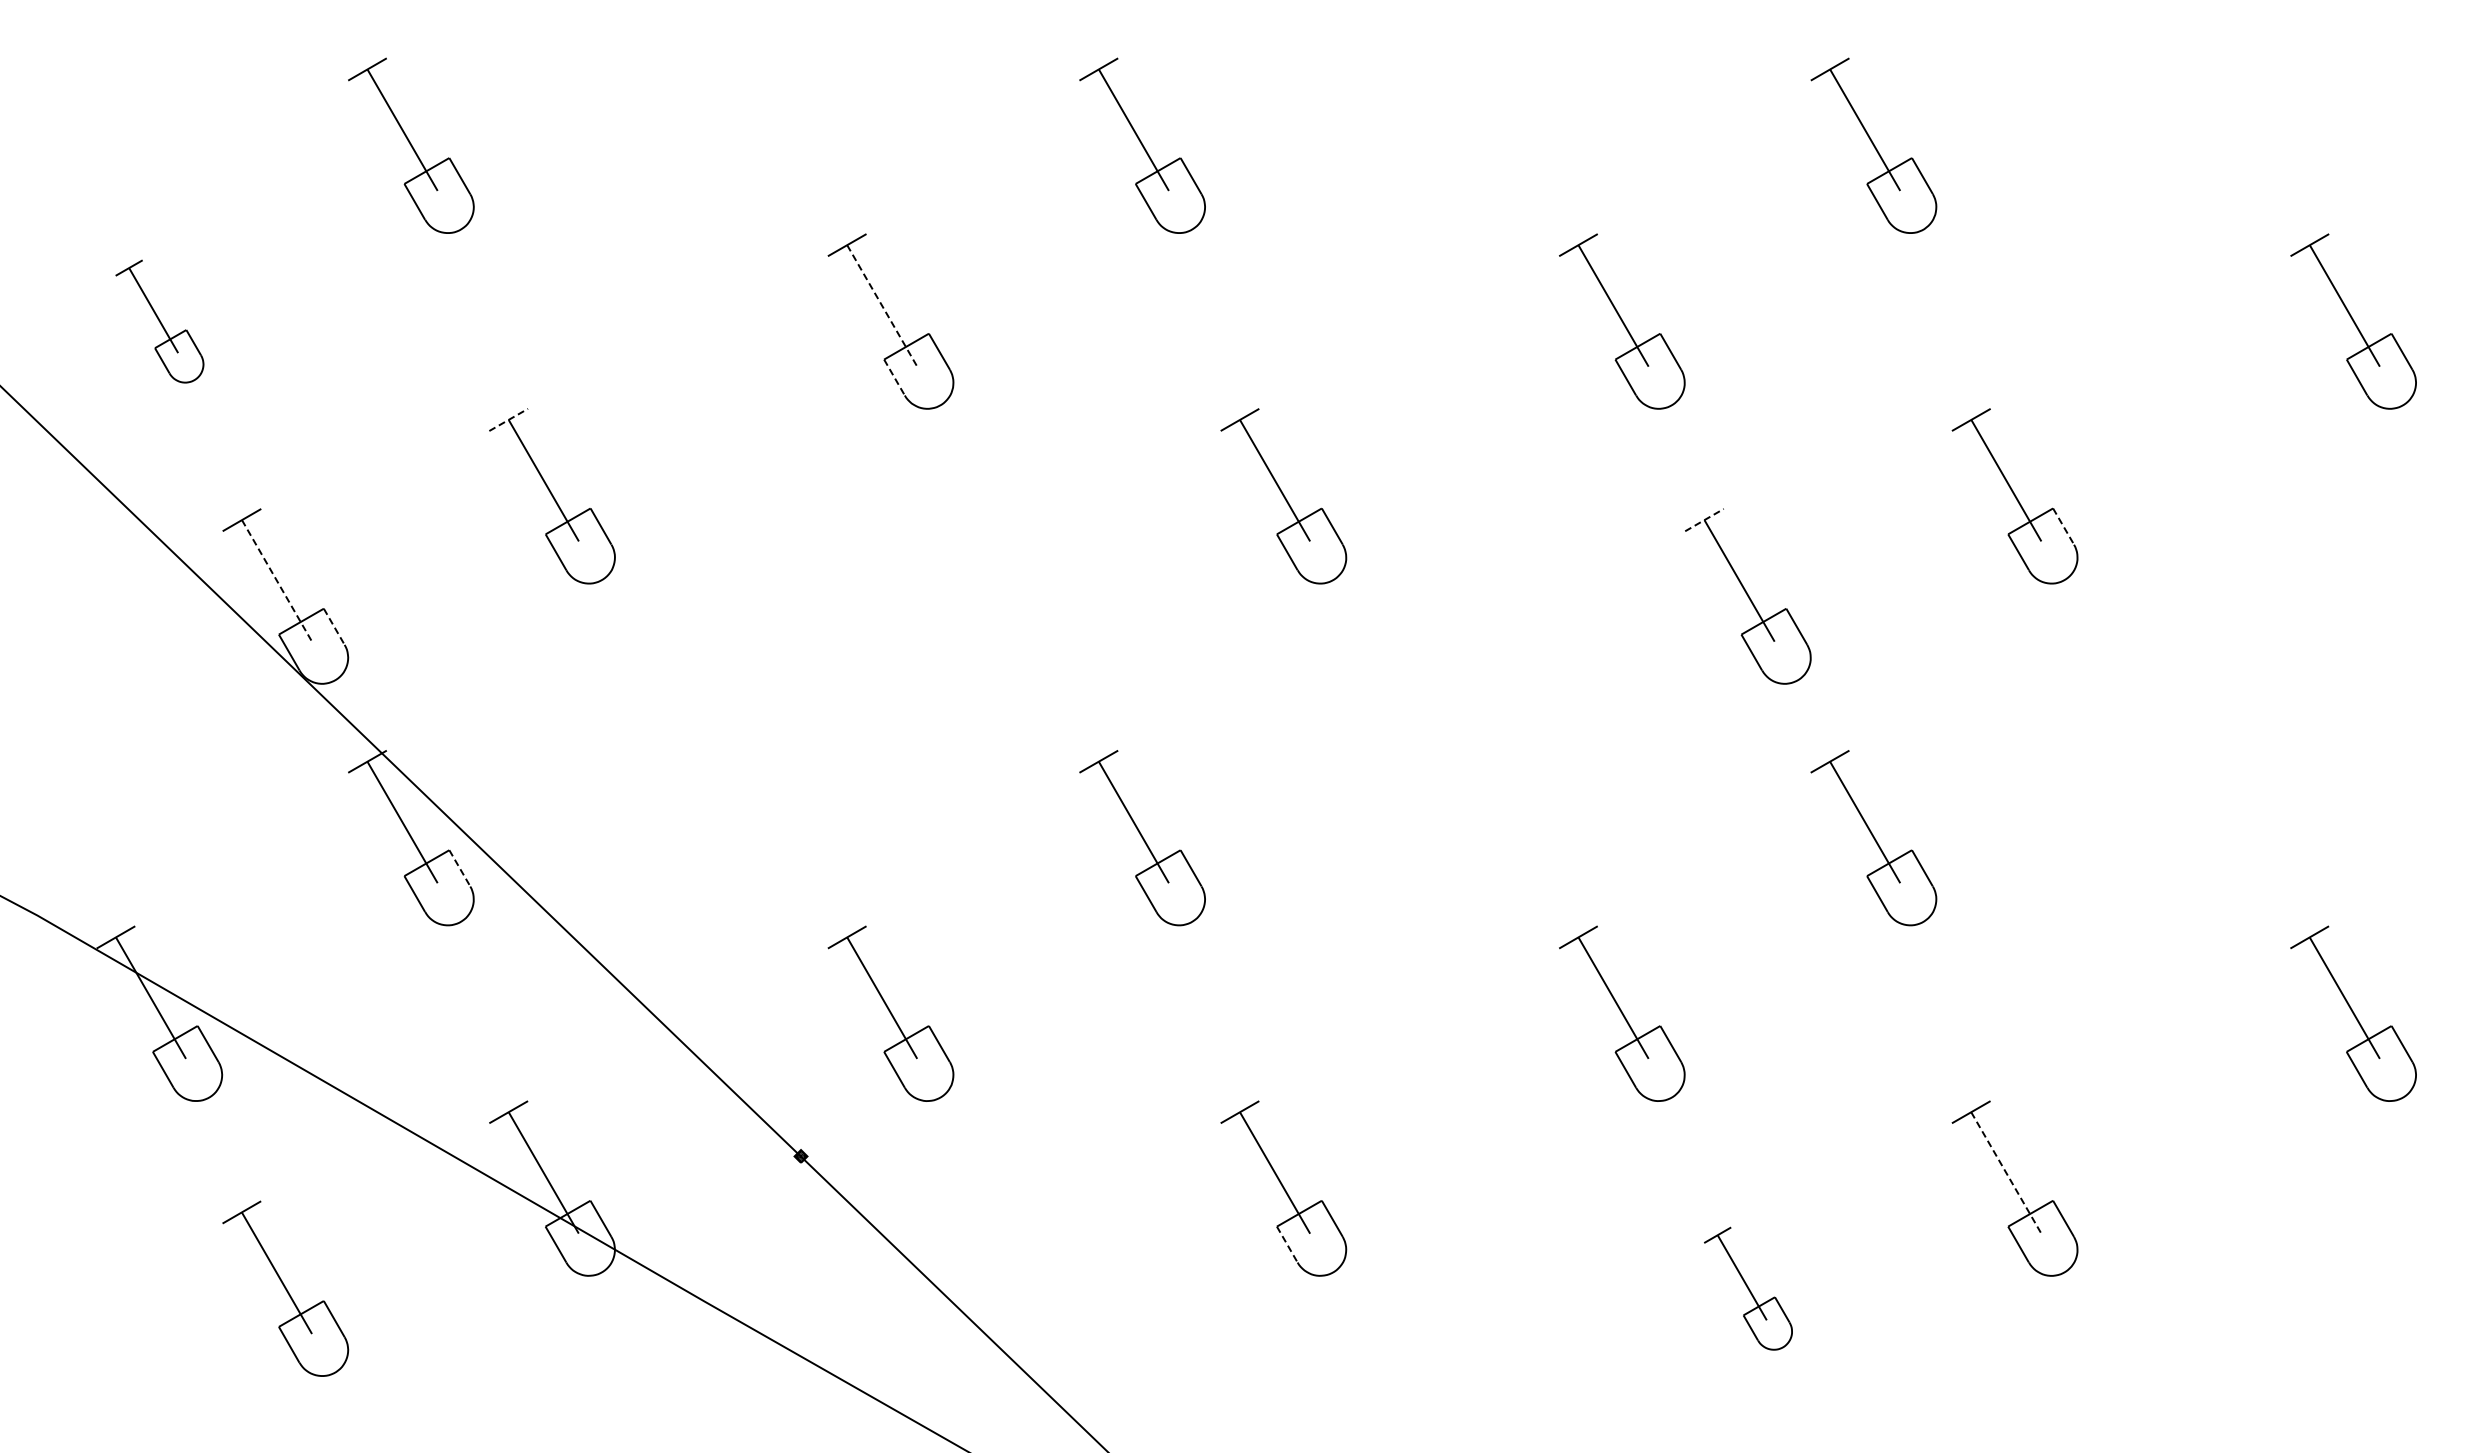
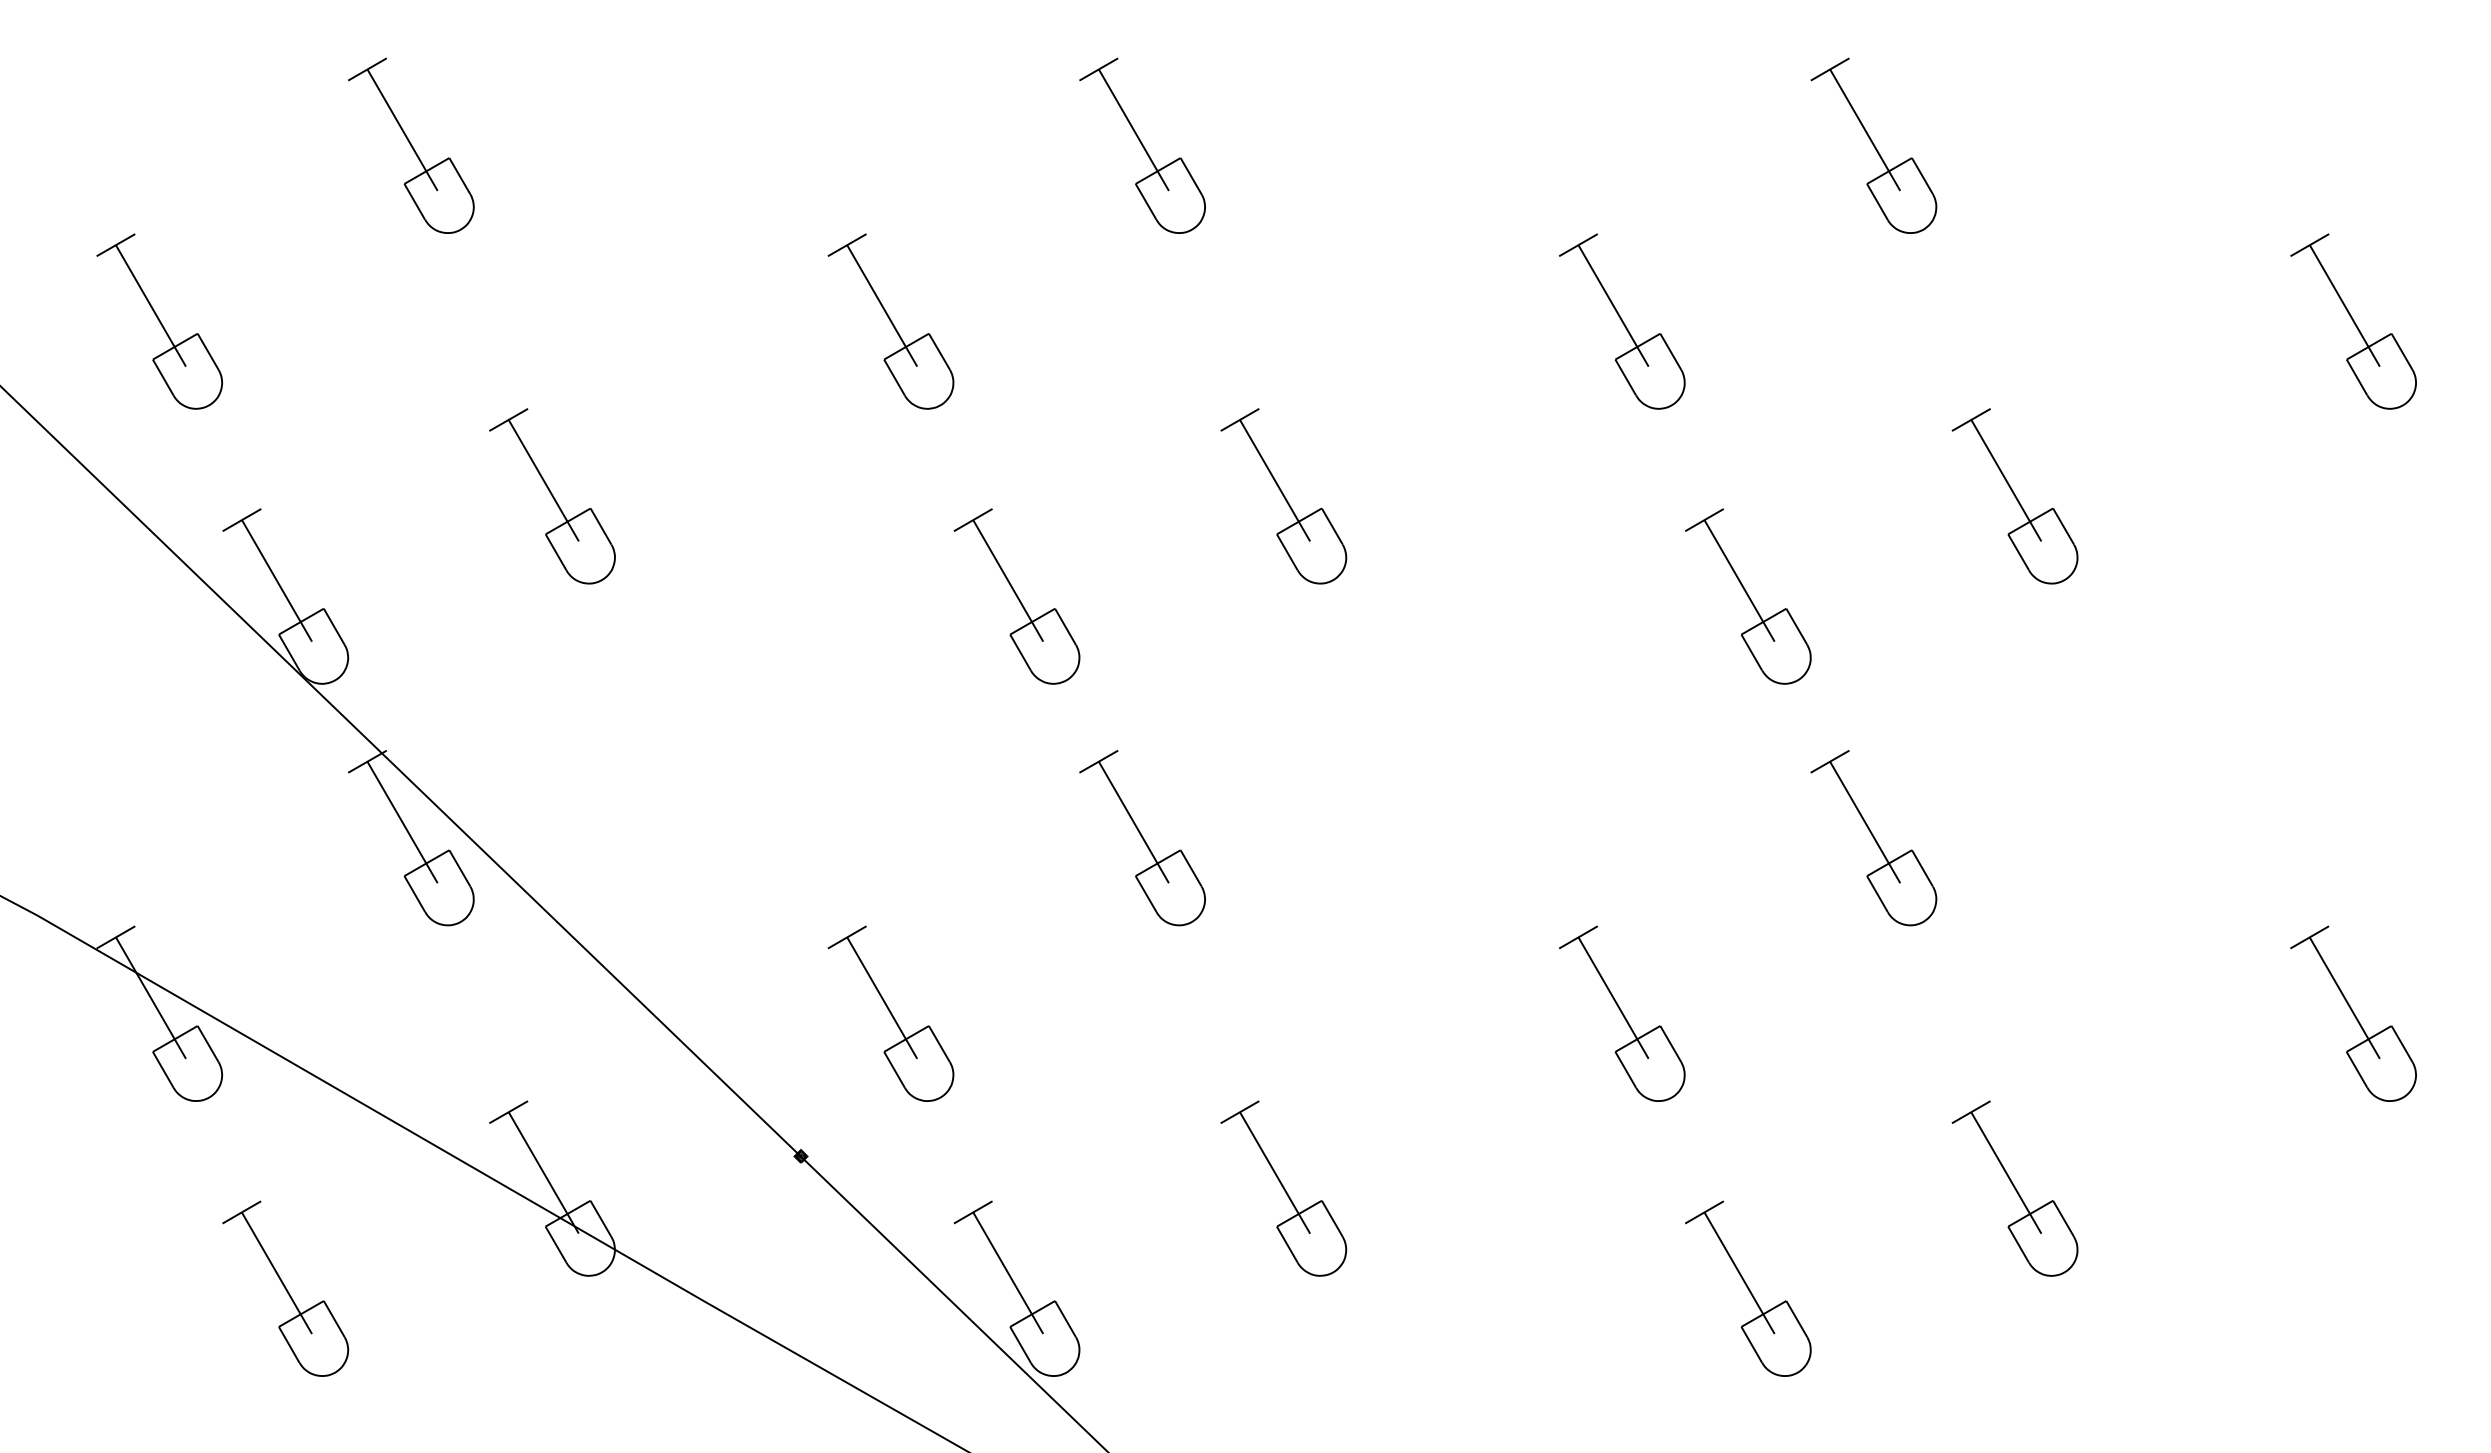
line at (882, 306): dashed -> solid
part at (159, 321) size: 90x125 px -> 128x177 px
line at (894, 377): dashed -> solid
line at (509, 419): dashed -> solid
line at (1704, 519): dashed -> solid
line at (2063, 526): dashed -> solid
line at (277, 581): dashed -> solid
part at (1016, 596): none -> present
line at (334, 626): dashed -> solid
line at (459, 868): dashed -> solid
line at (2006, 1173): dashed -> solid
line at (1287, 1244): dashed -> solid
part at (1016, 1288): none -> present
part at (1748, 1288) size: 89x125 px -> 127x177 px
